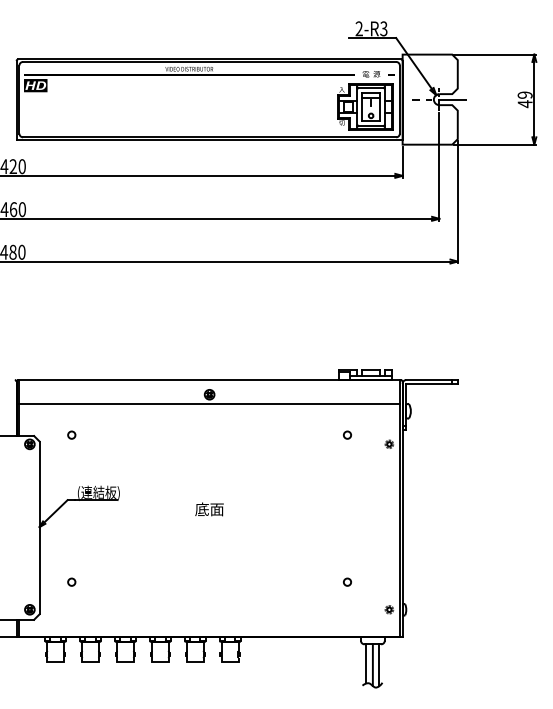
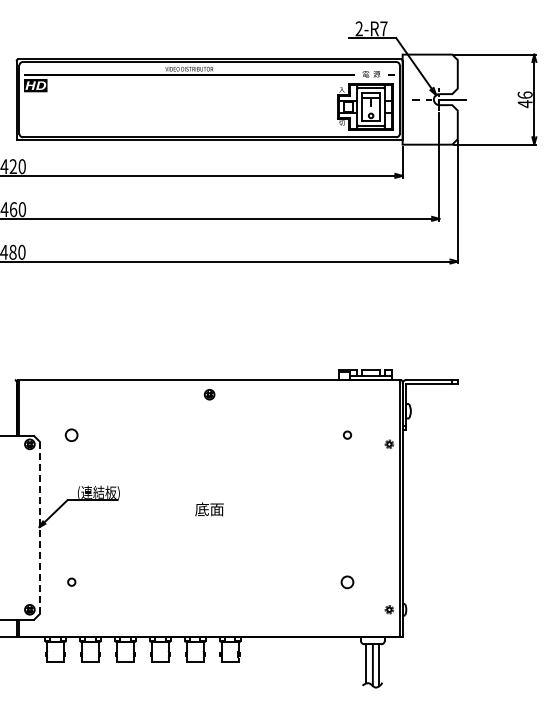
text at (383, 28): 2-R3 -> 2-R7
text at (524, 94): 49 -> 46
line at (209, 403): present -> none
circle at (71, 434) size: 10x10 px -> 15x14 px
line at (39, 528): solid -> dashed
circle at (347, 581) size: 9x10 px -> 15x15 px
